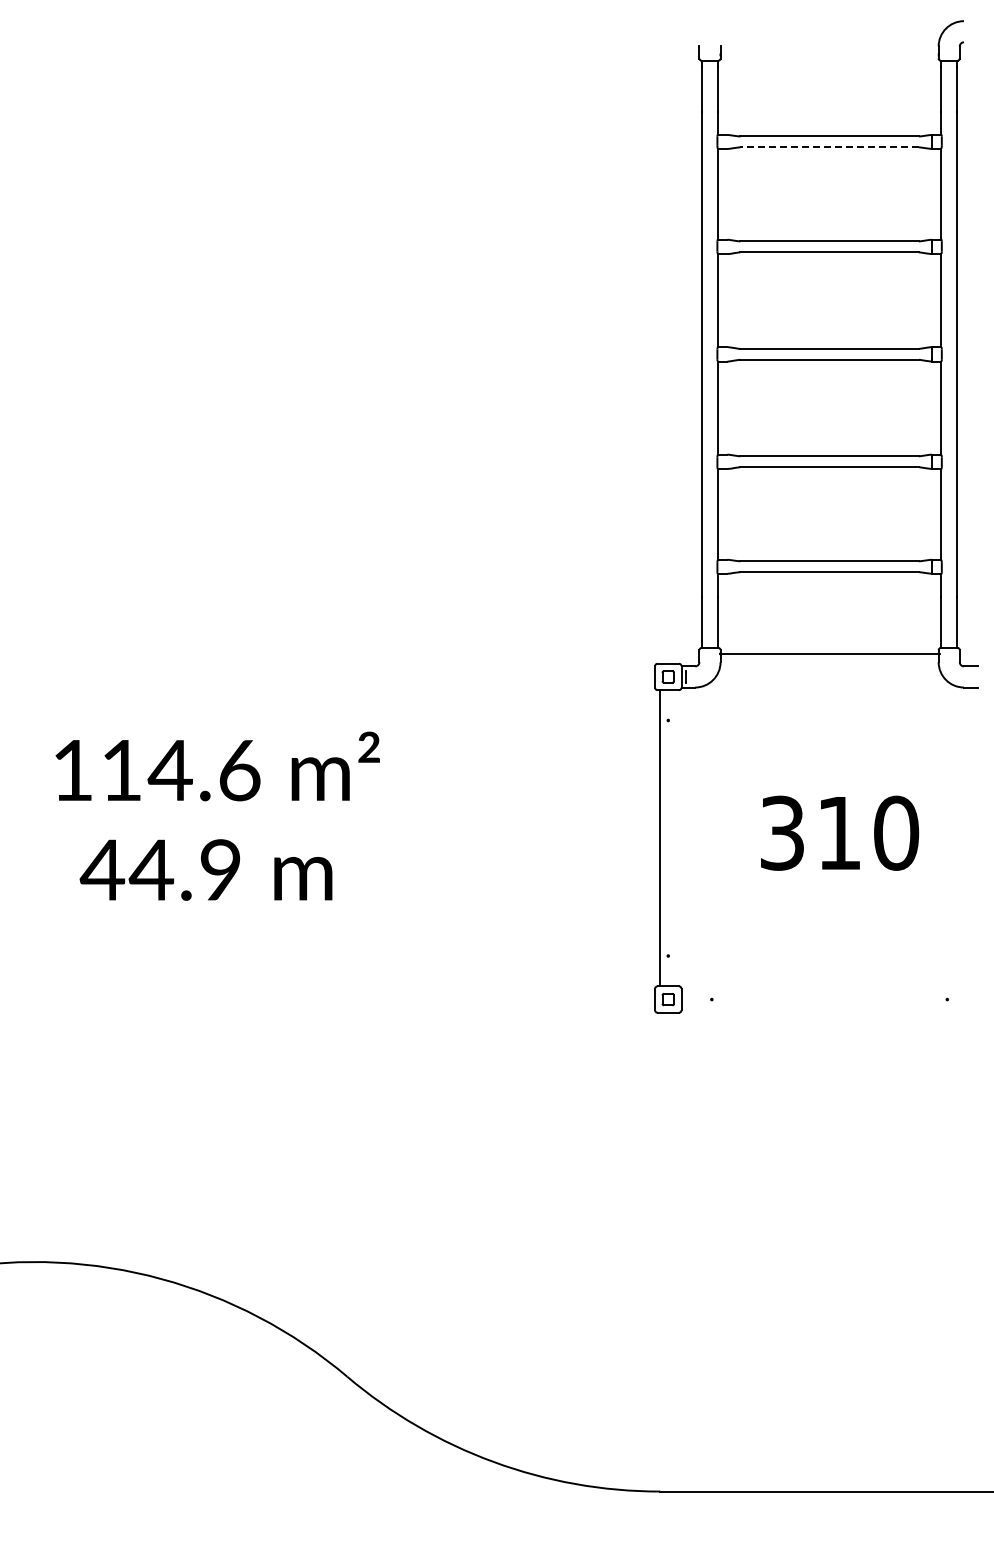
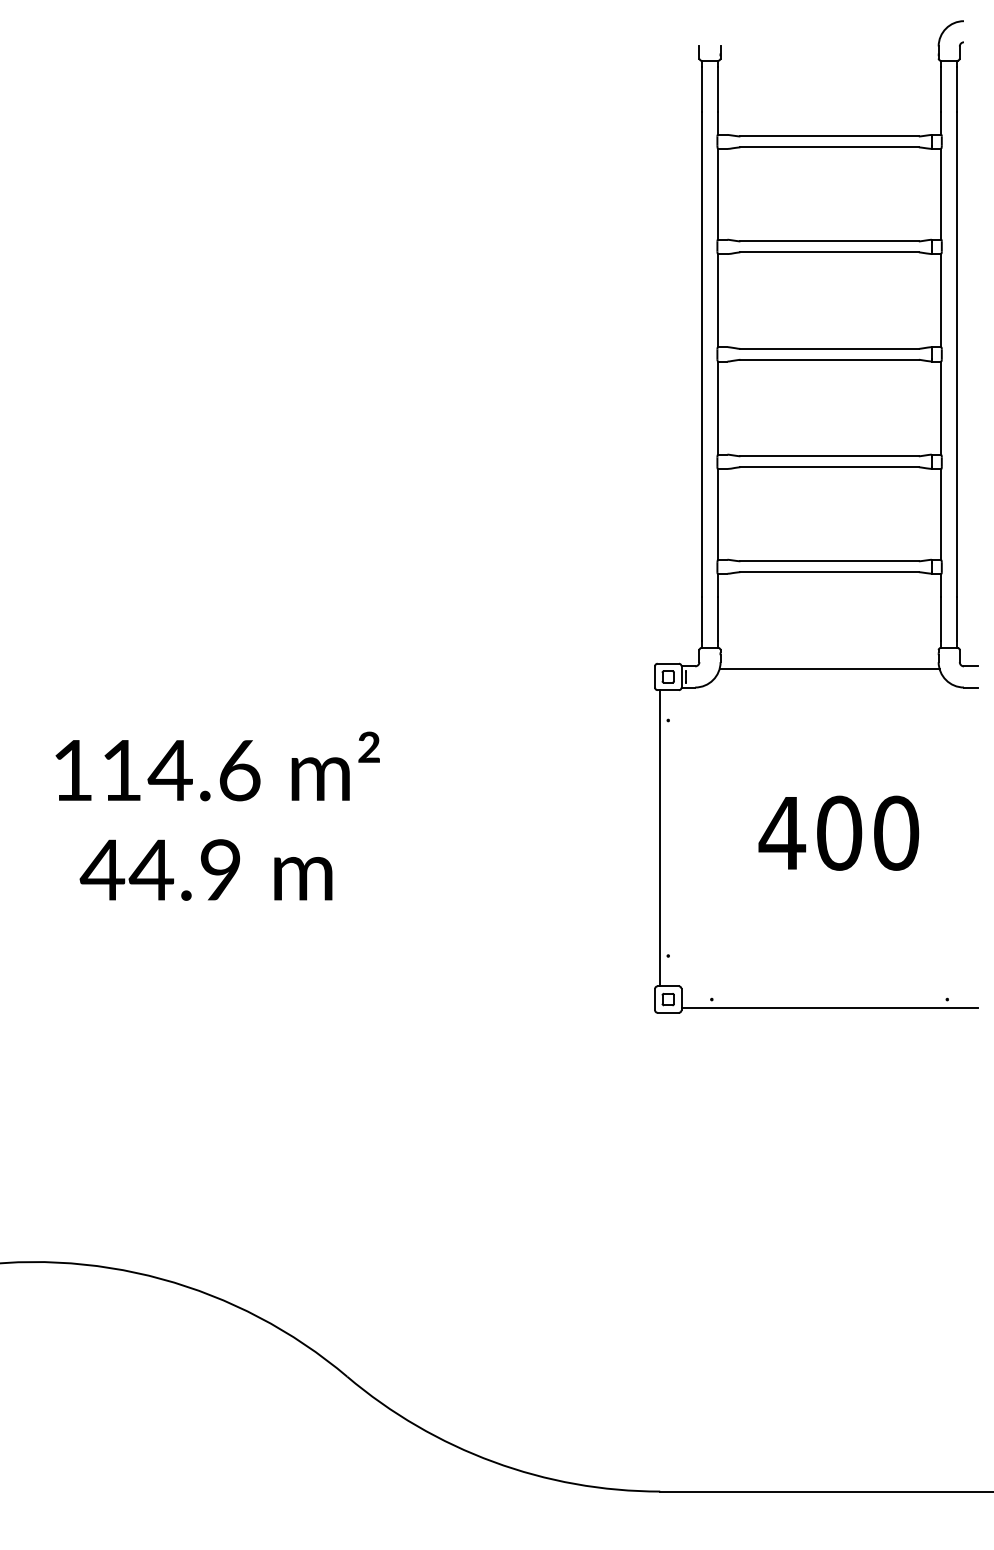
line at (829, 147): dashed -> solid
line at (829, 653) position: (829, 653) -> (829, 668)
text at (810, 832): 310 -> 400
line at (829, 1007): none -> present
